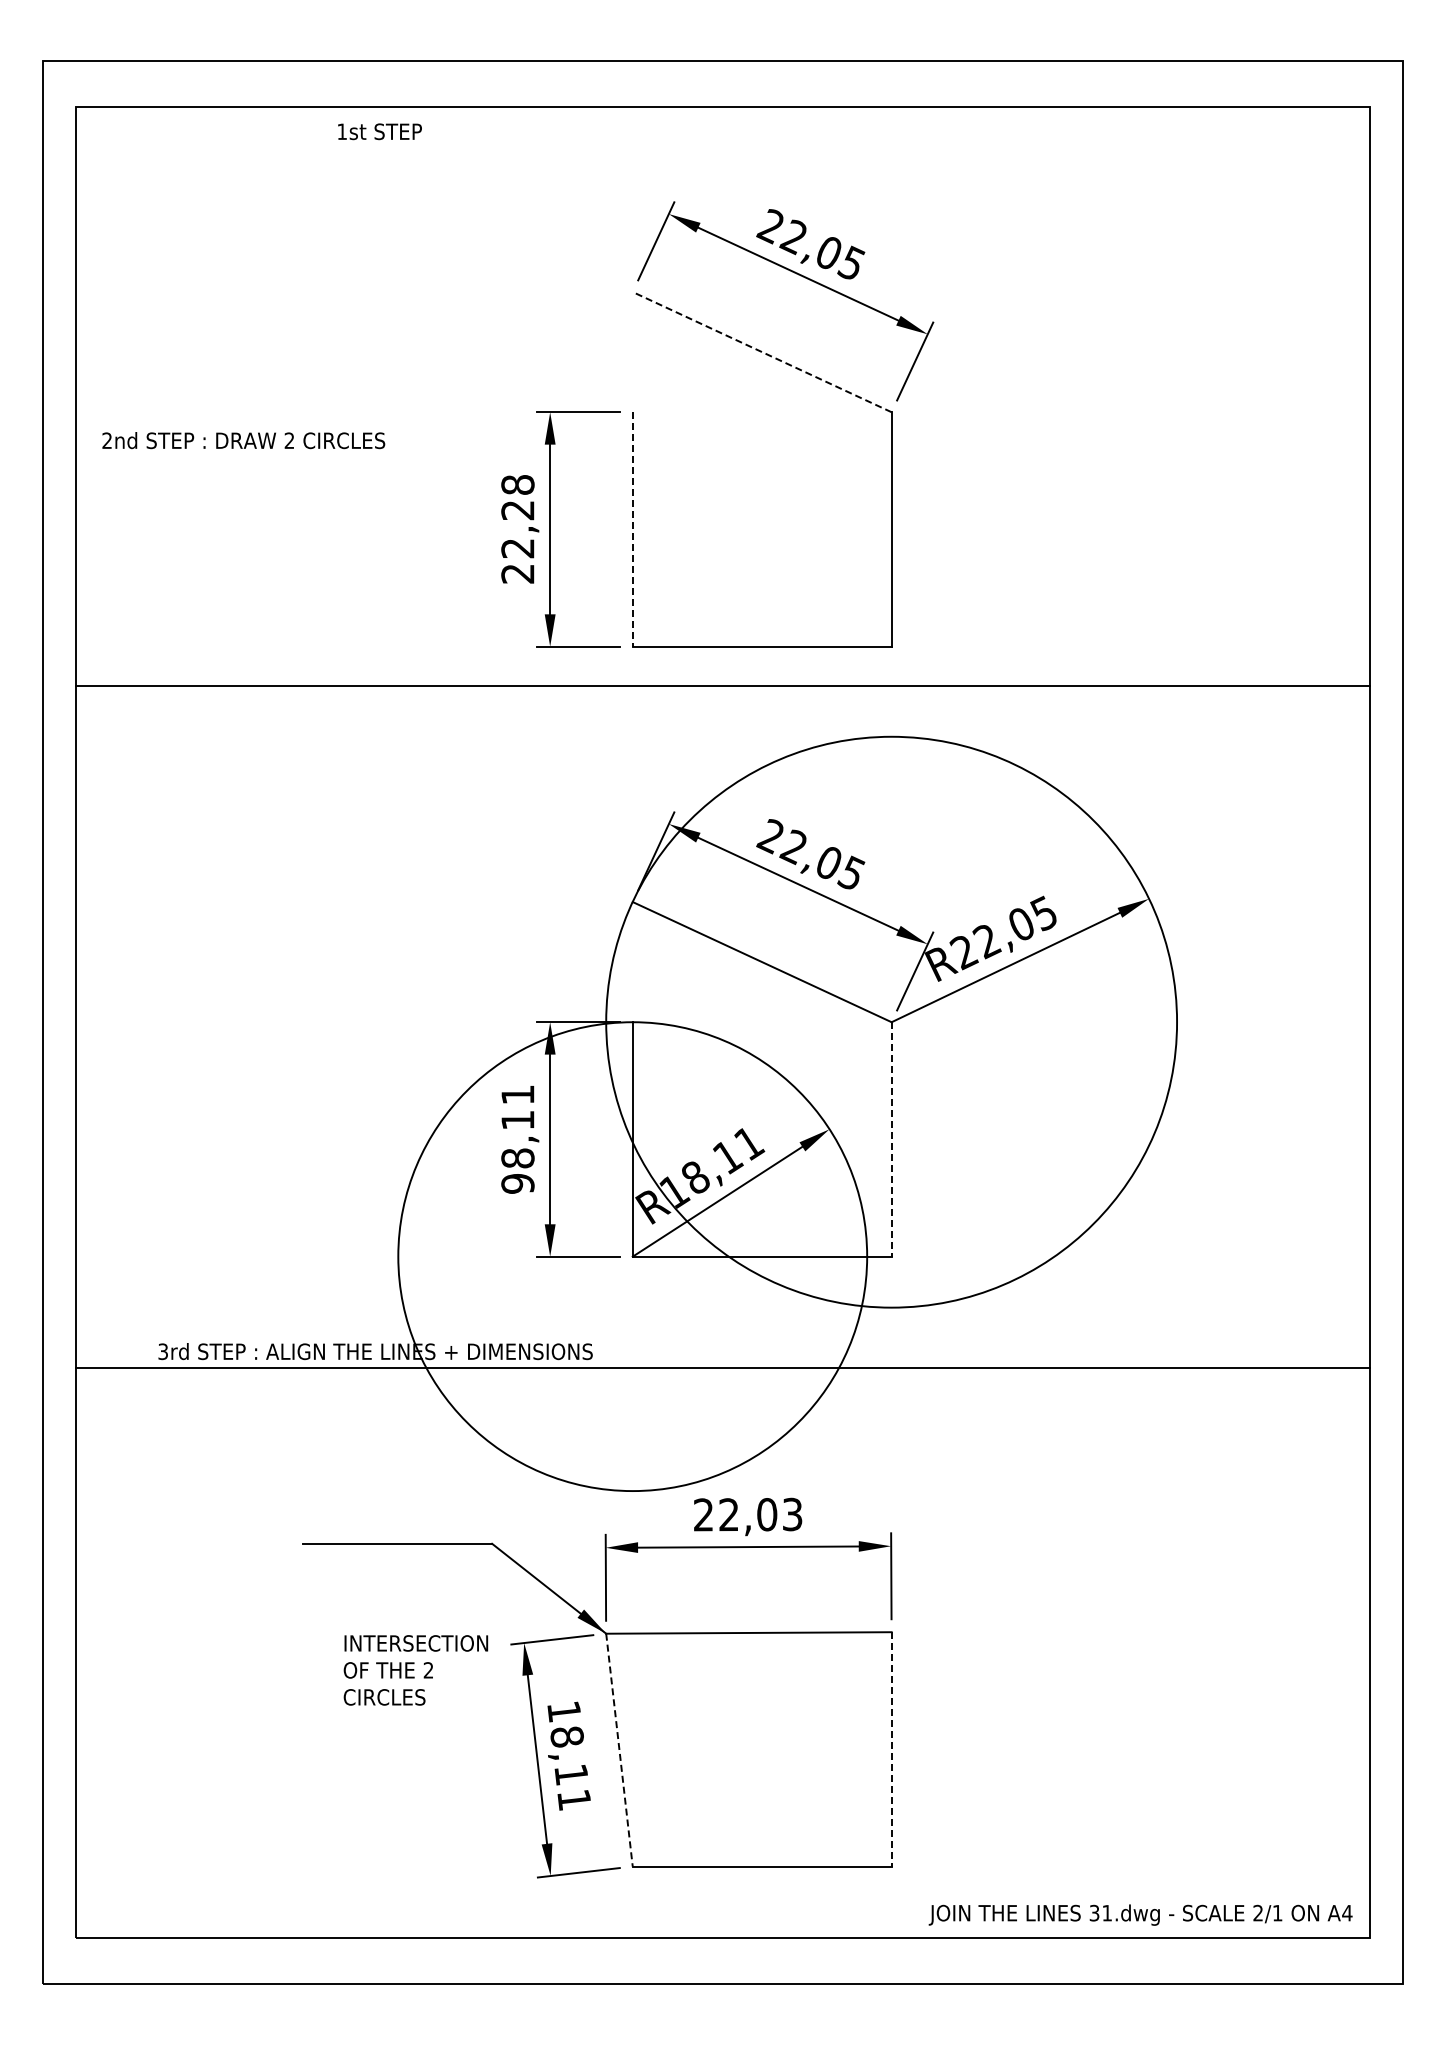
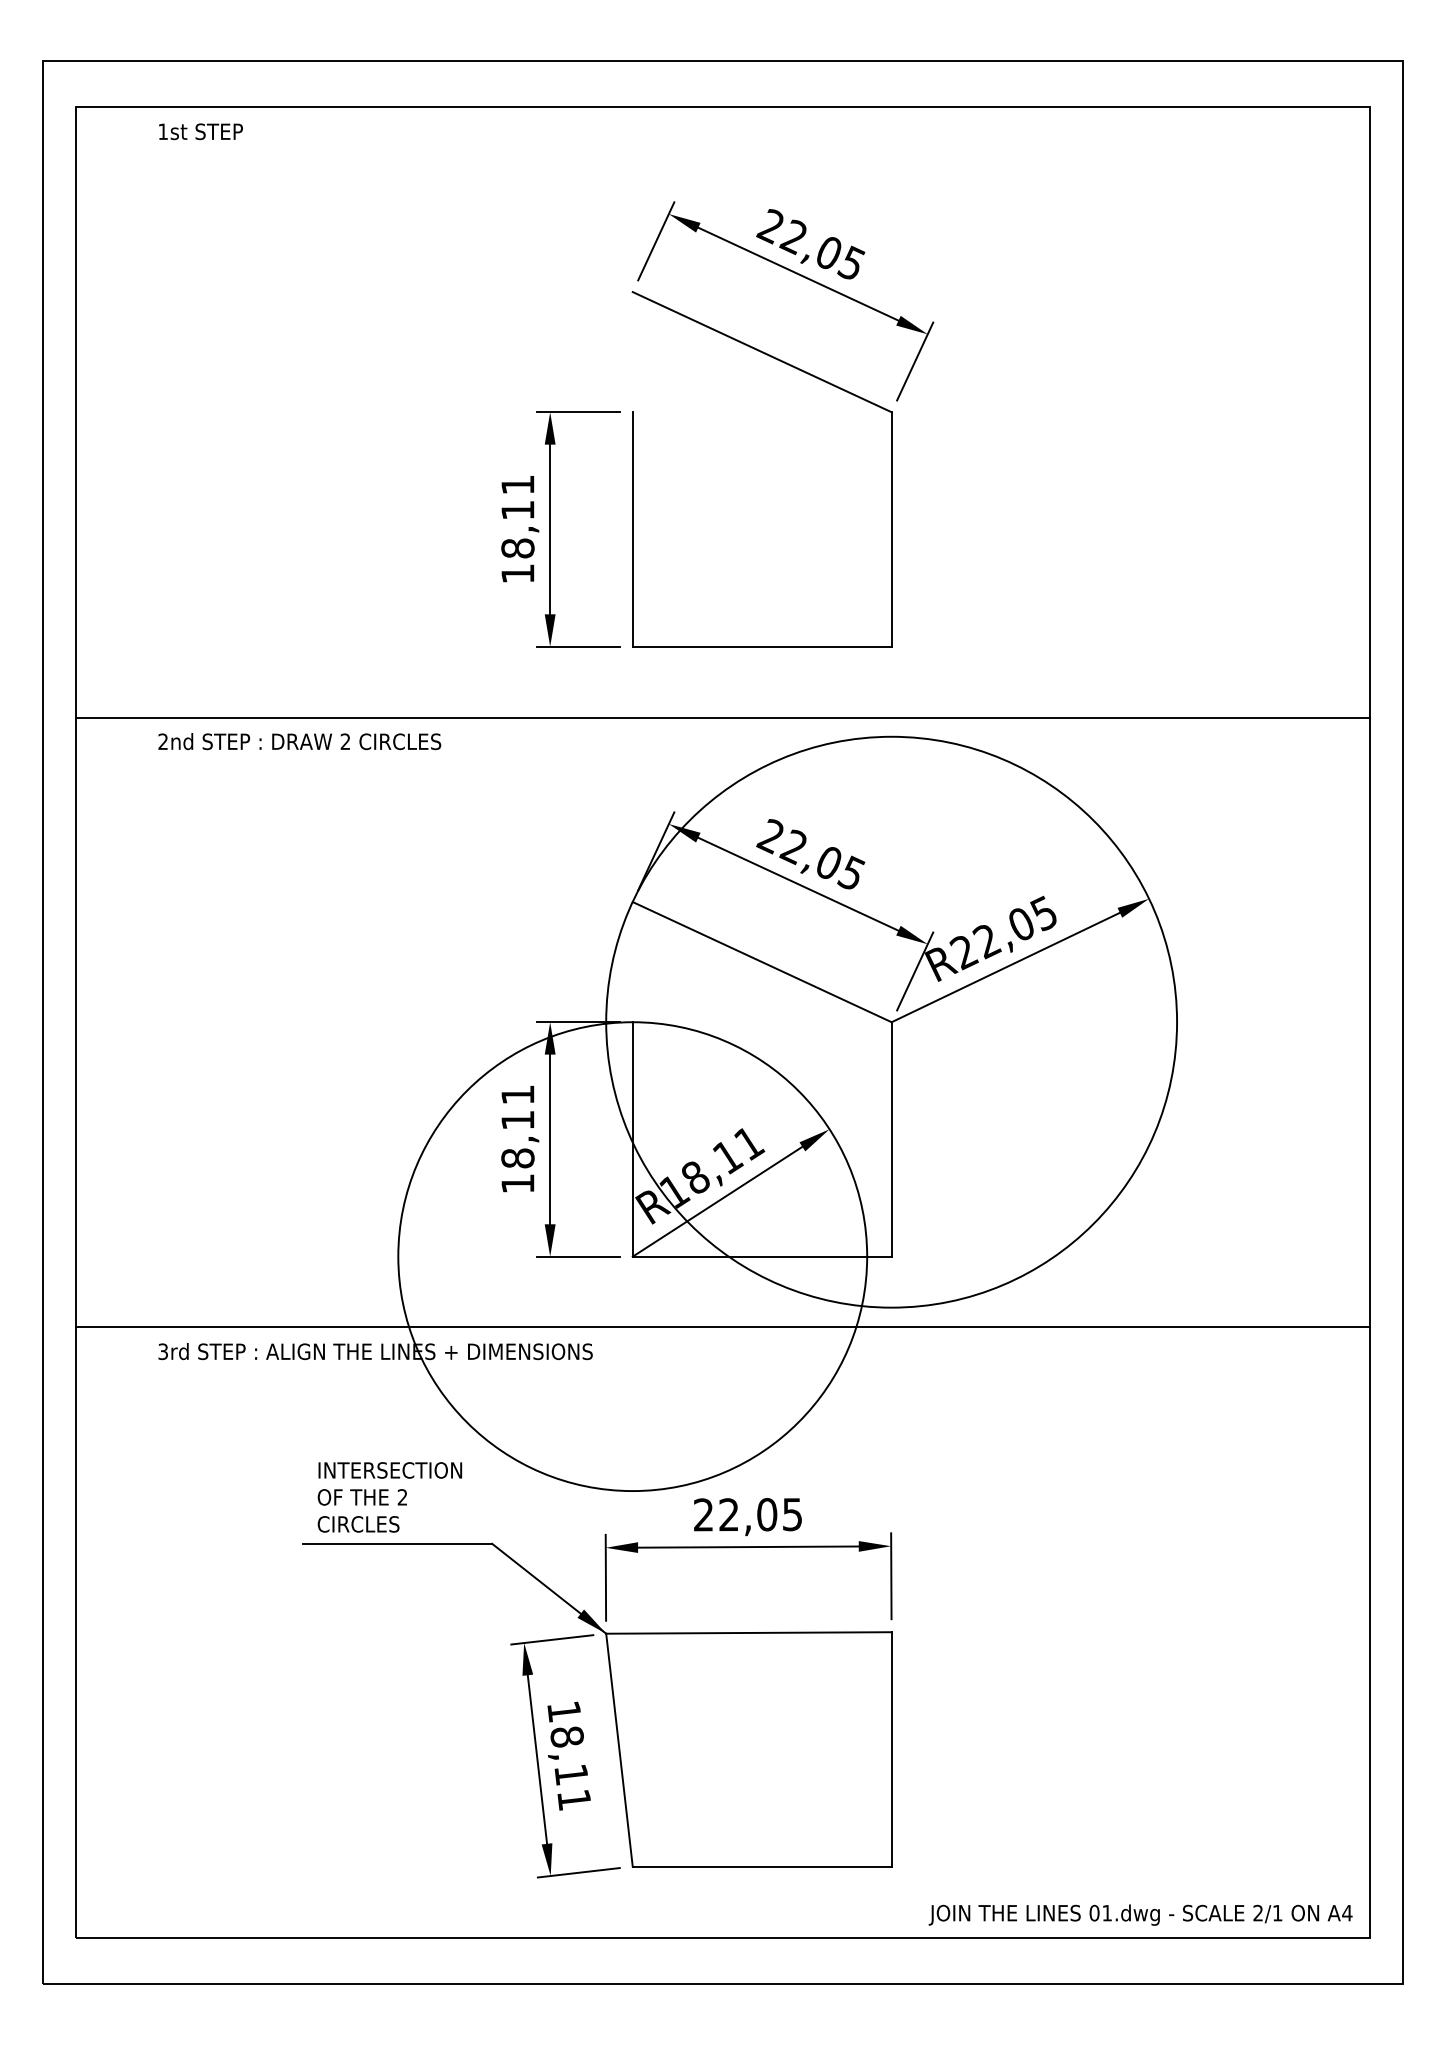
text at (379, 131) position: (379, 131) -> (200, 131)
line at (762, 352): dashed -> solid
text at (243, 440) position: (243, 440) -> (299, 741)
text at (517, 529): 22,28 -> 18,11
line at (632, 529): dashed -> solid
line at (722, 685) position: (722, 685) -> (722, 717)
line at (891, 1139): dashed -> solid
text at (517, 1183): 98,11 -> 18,11
line at (722, 1368) position: (722, 1368) -> (722, 1327)
text at (792, 1513): 22,03 -> 22,05
text at (415, 1670) position: (415, 1670) -> (389, 1497)
line at (891, 1749): dashed -> solid
line at (619, 1750): dashed -> solid
text at (1094, 1912): 31.dwg -> 01.dwg
